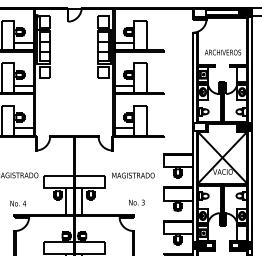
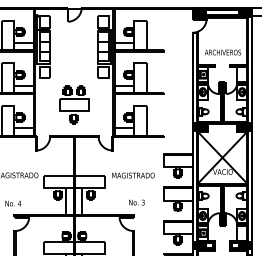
hatch at (200, 12): none -> present
part at (74, 104): none -> present
hatch at (200, 126): none -> present
text at (18, 203) position: (18, 203) -> (13, 203)
